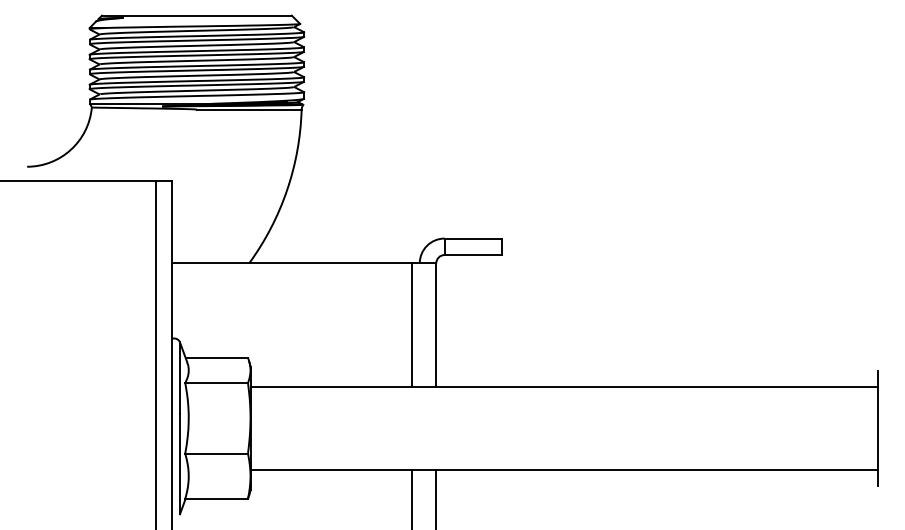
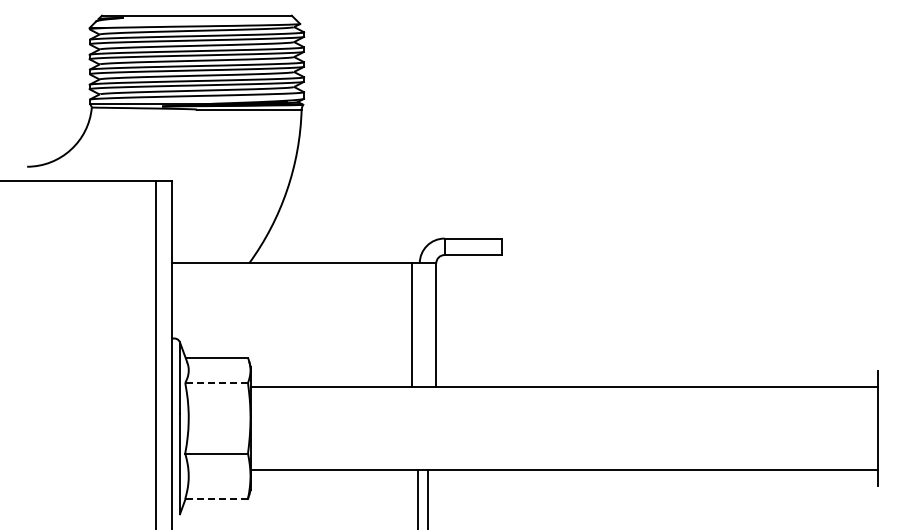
line at (216, 383): solid -> dashed
line at (411, 497) position: (411, 497) -> (417, 497)
line at (436, 497) position: (436, 497) -> (428, 497)
line at (216, 498): solid -> dashed
